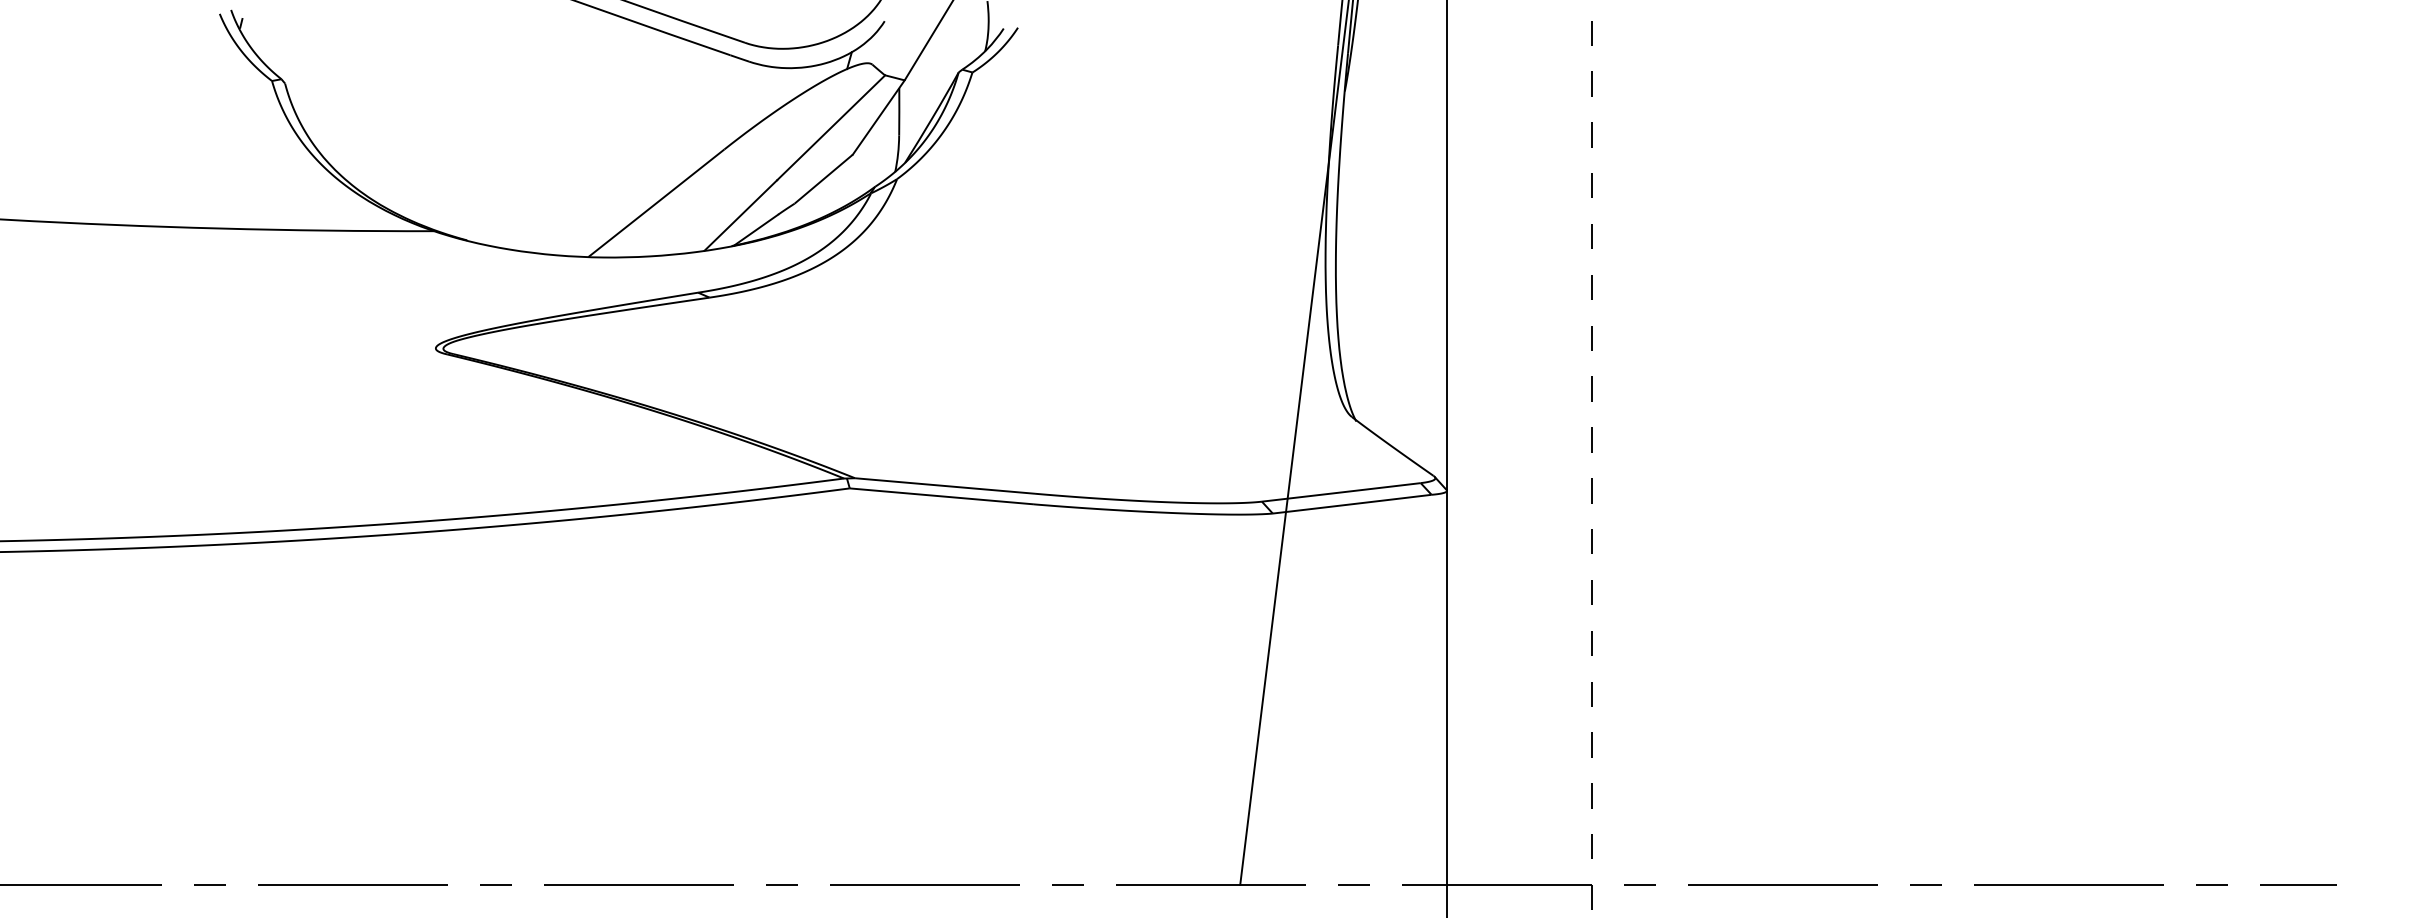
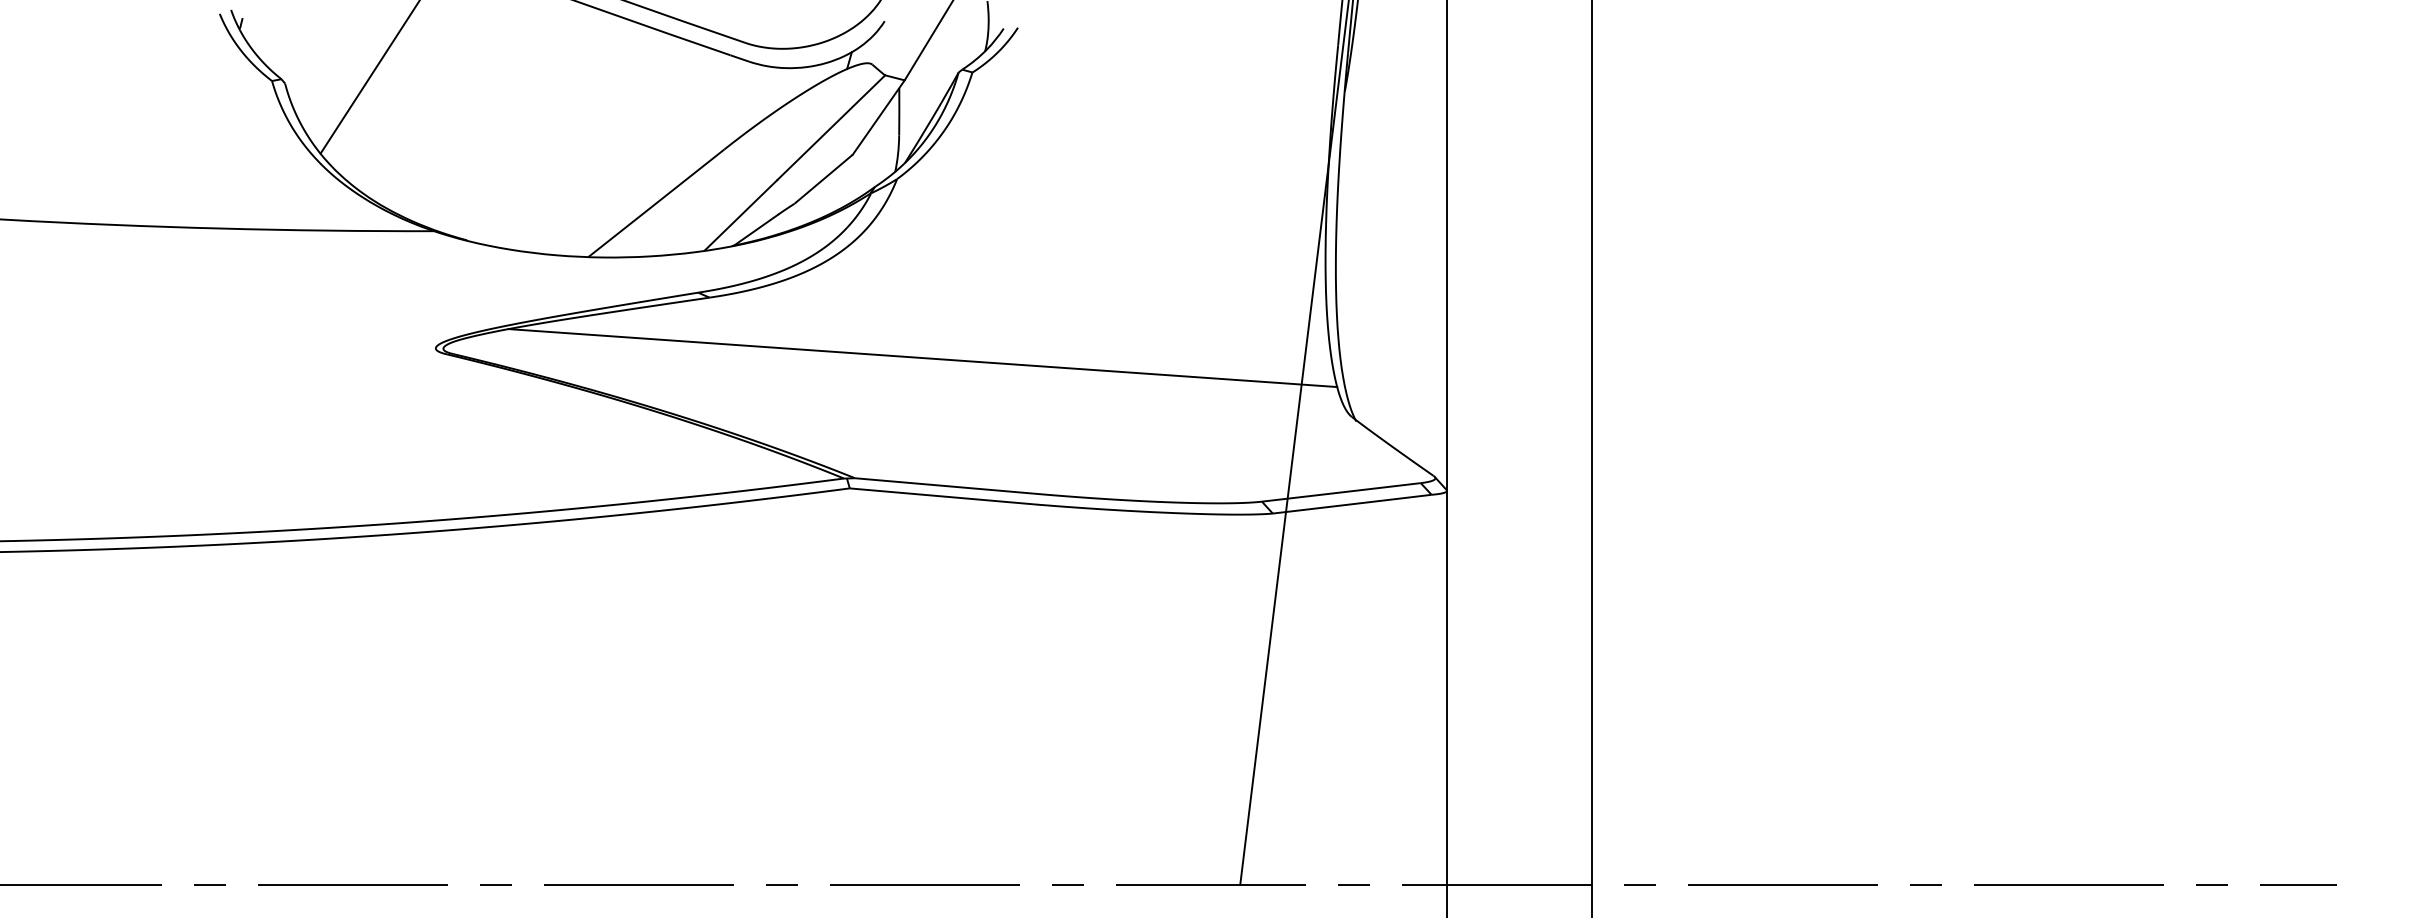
line at (369, 77): none -> present
line at (922, 358): none -> present
line at (1592, 458): dashed -> solid
